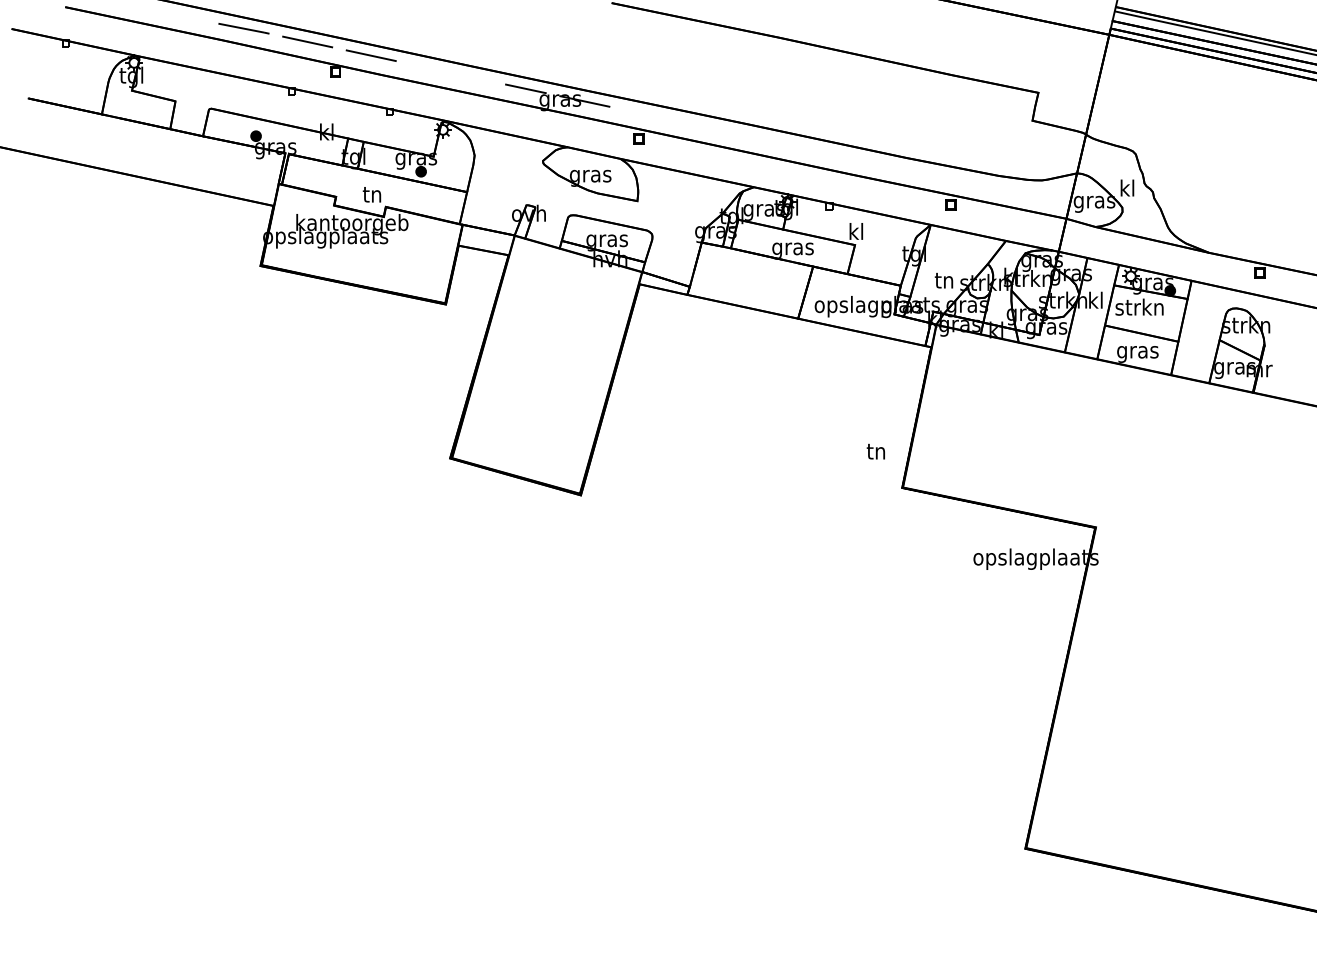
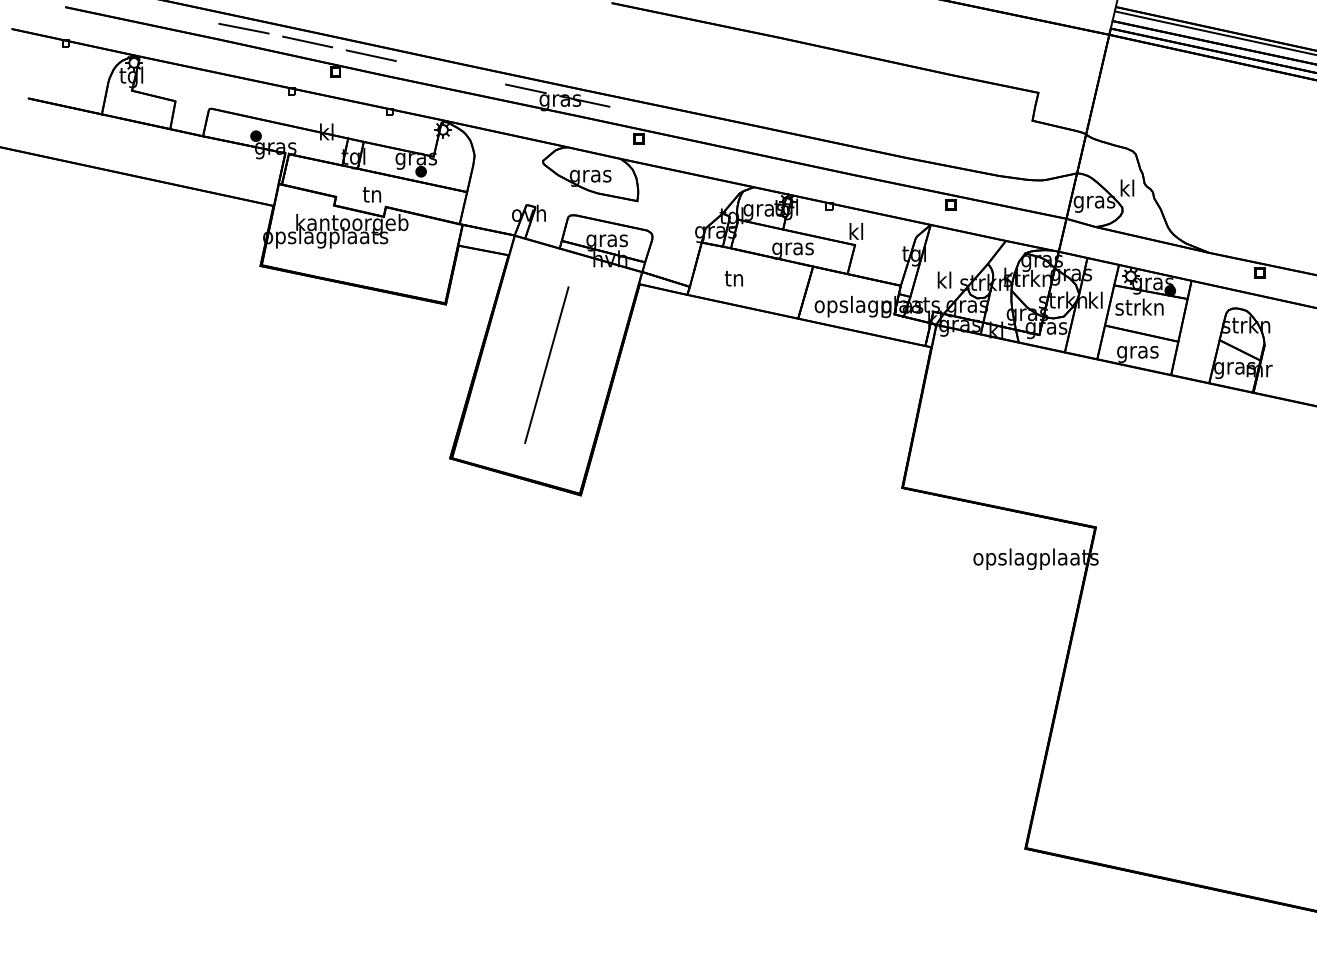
text at (943, 279): tn -> kl
line at (546, 364): none -> present
text at (875, 451) position: (875, 451) -> (733, 278)
